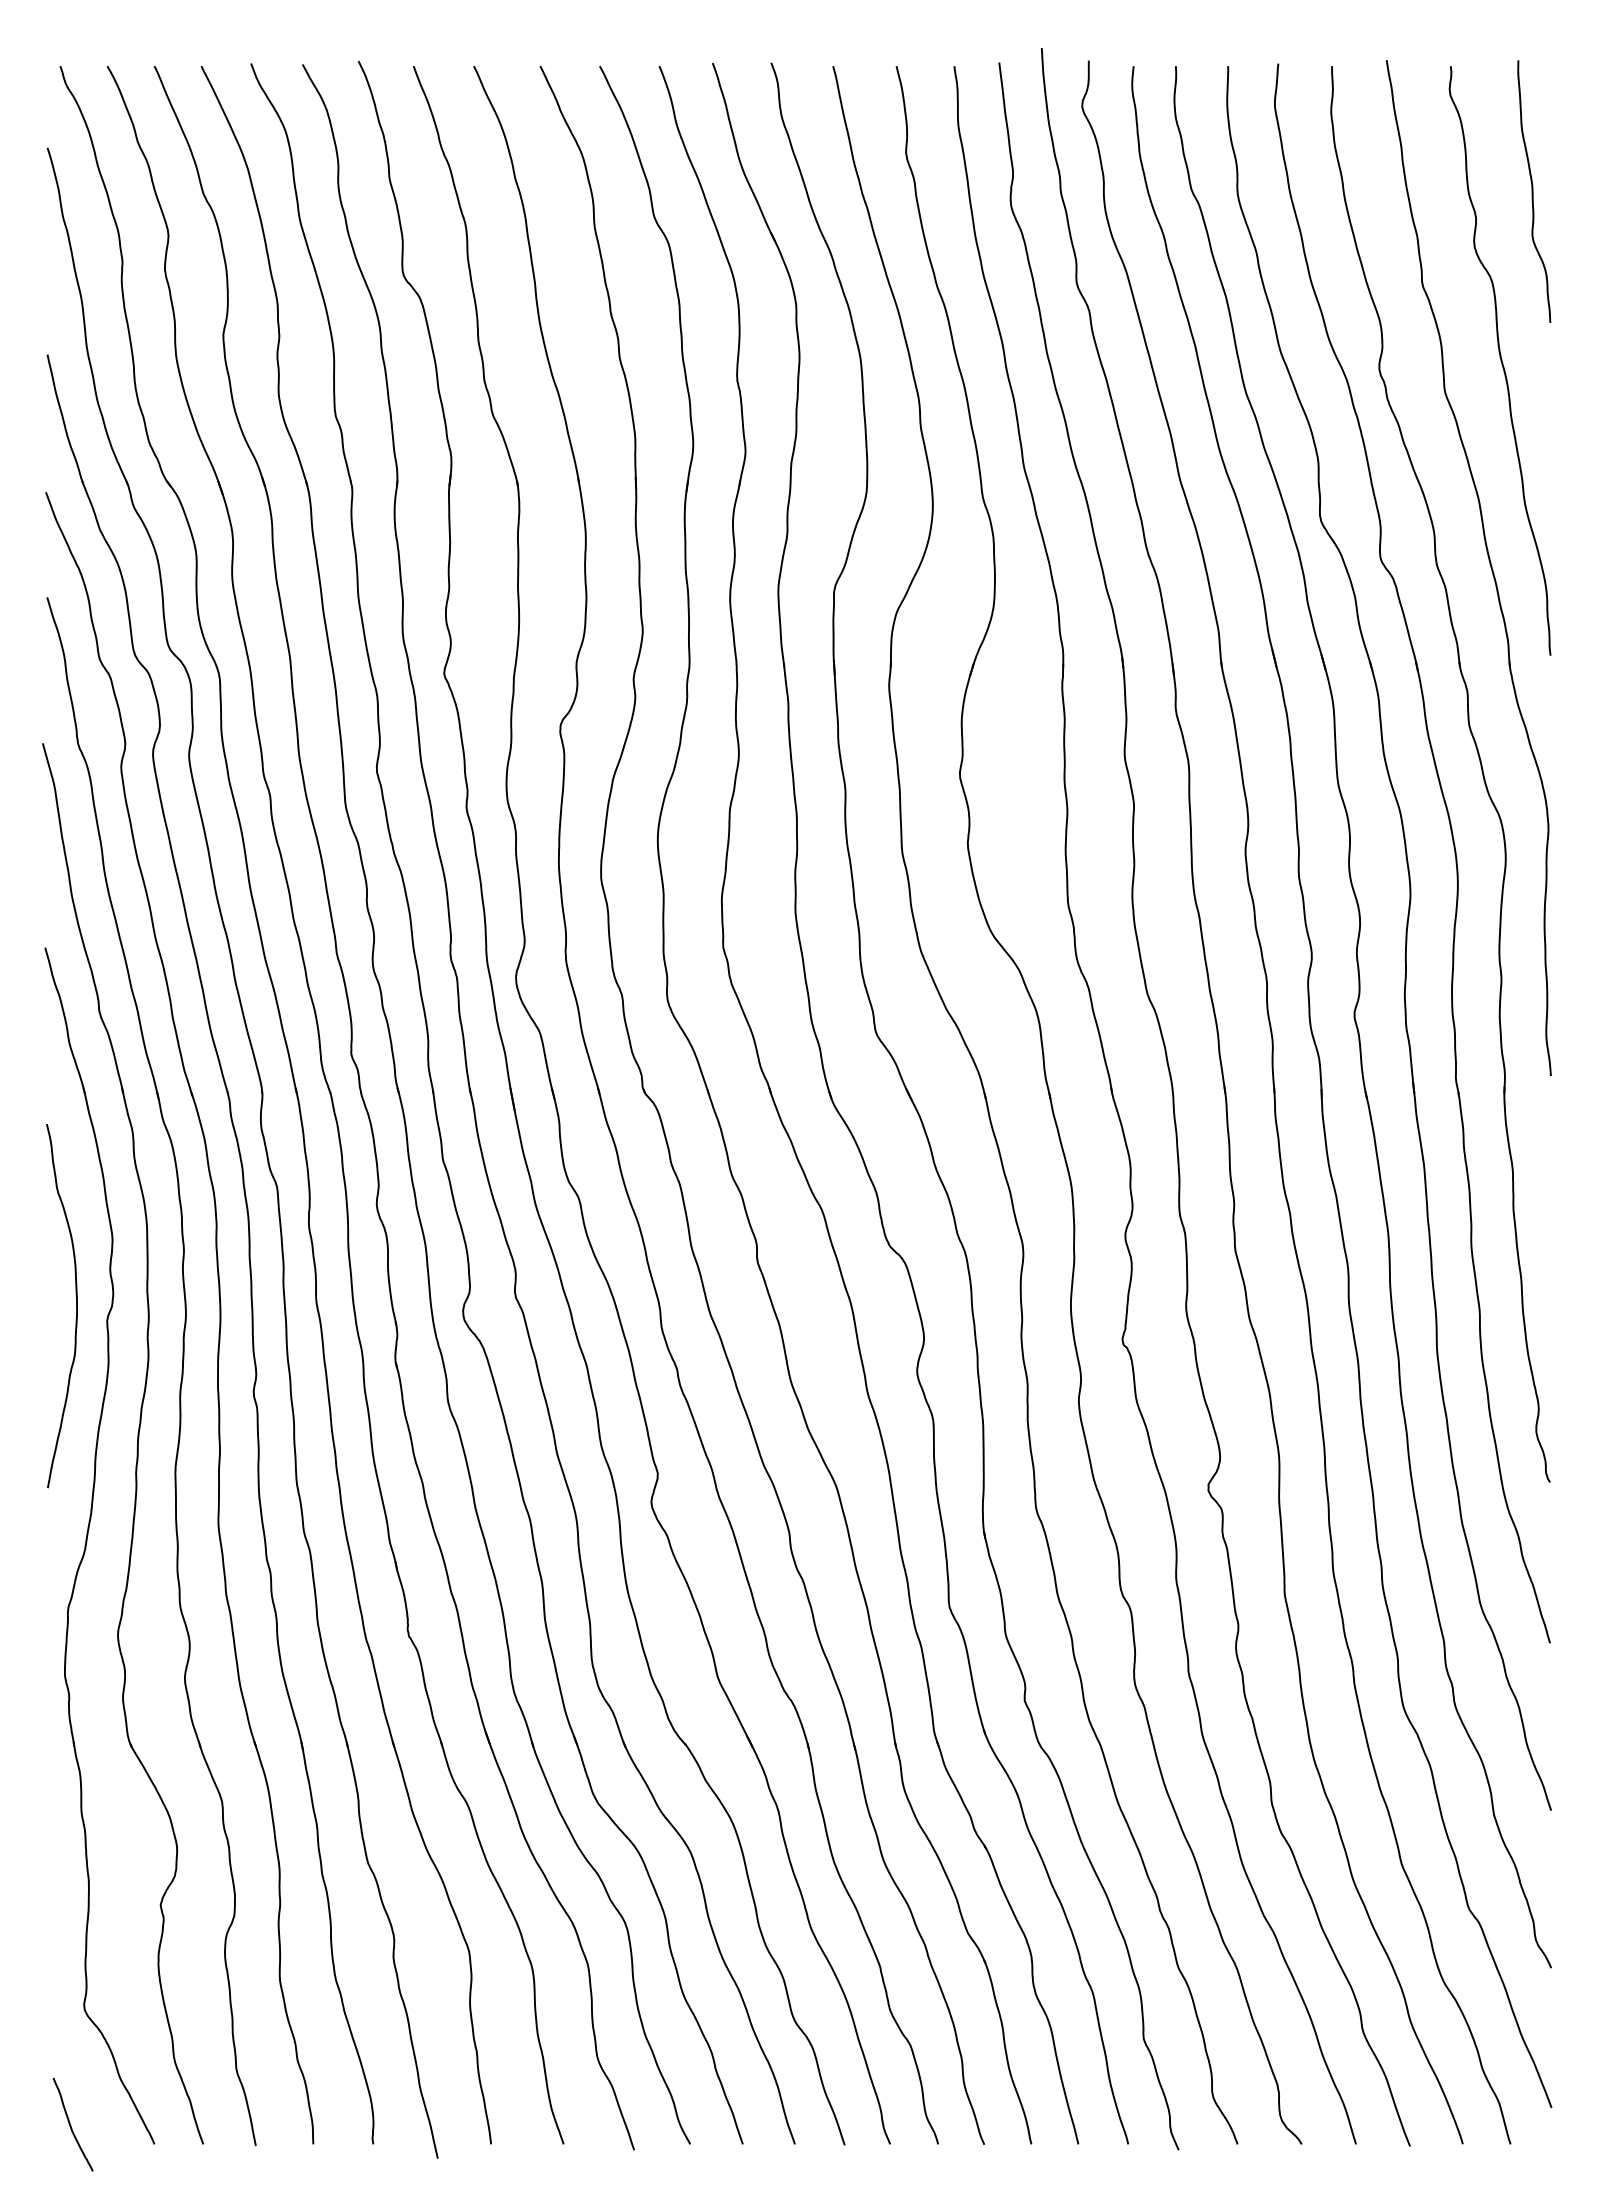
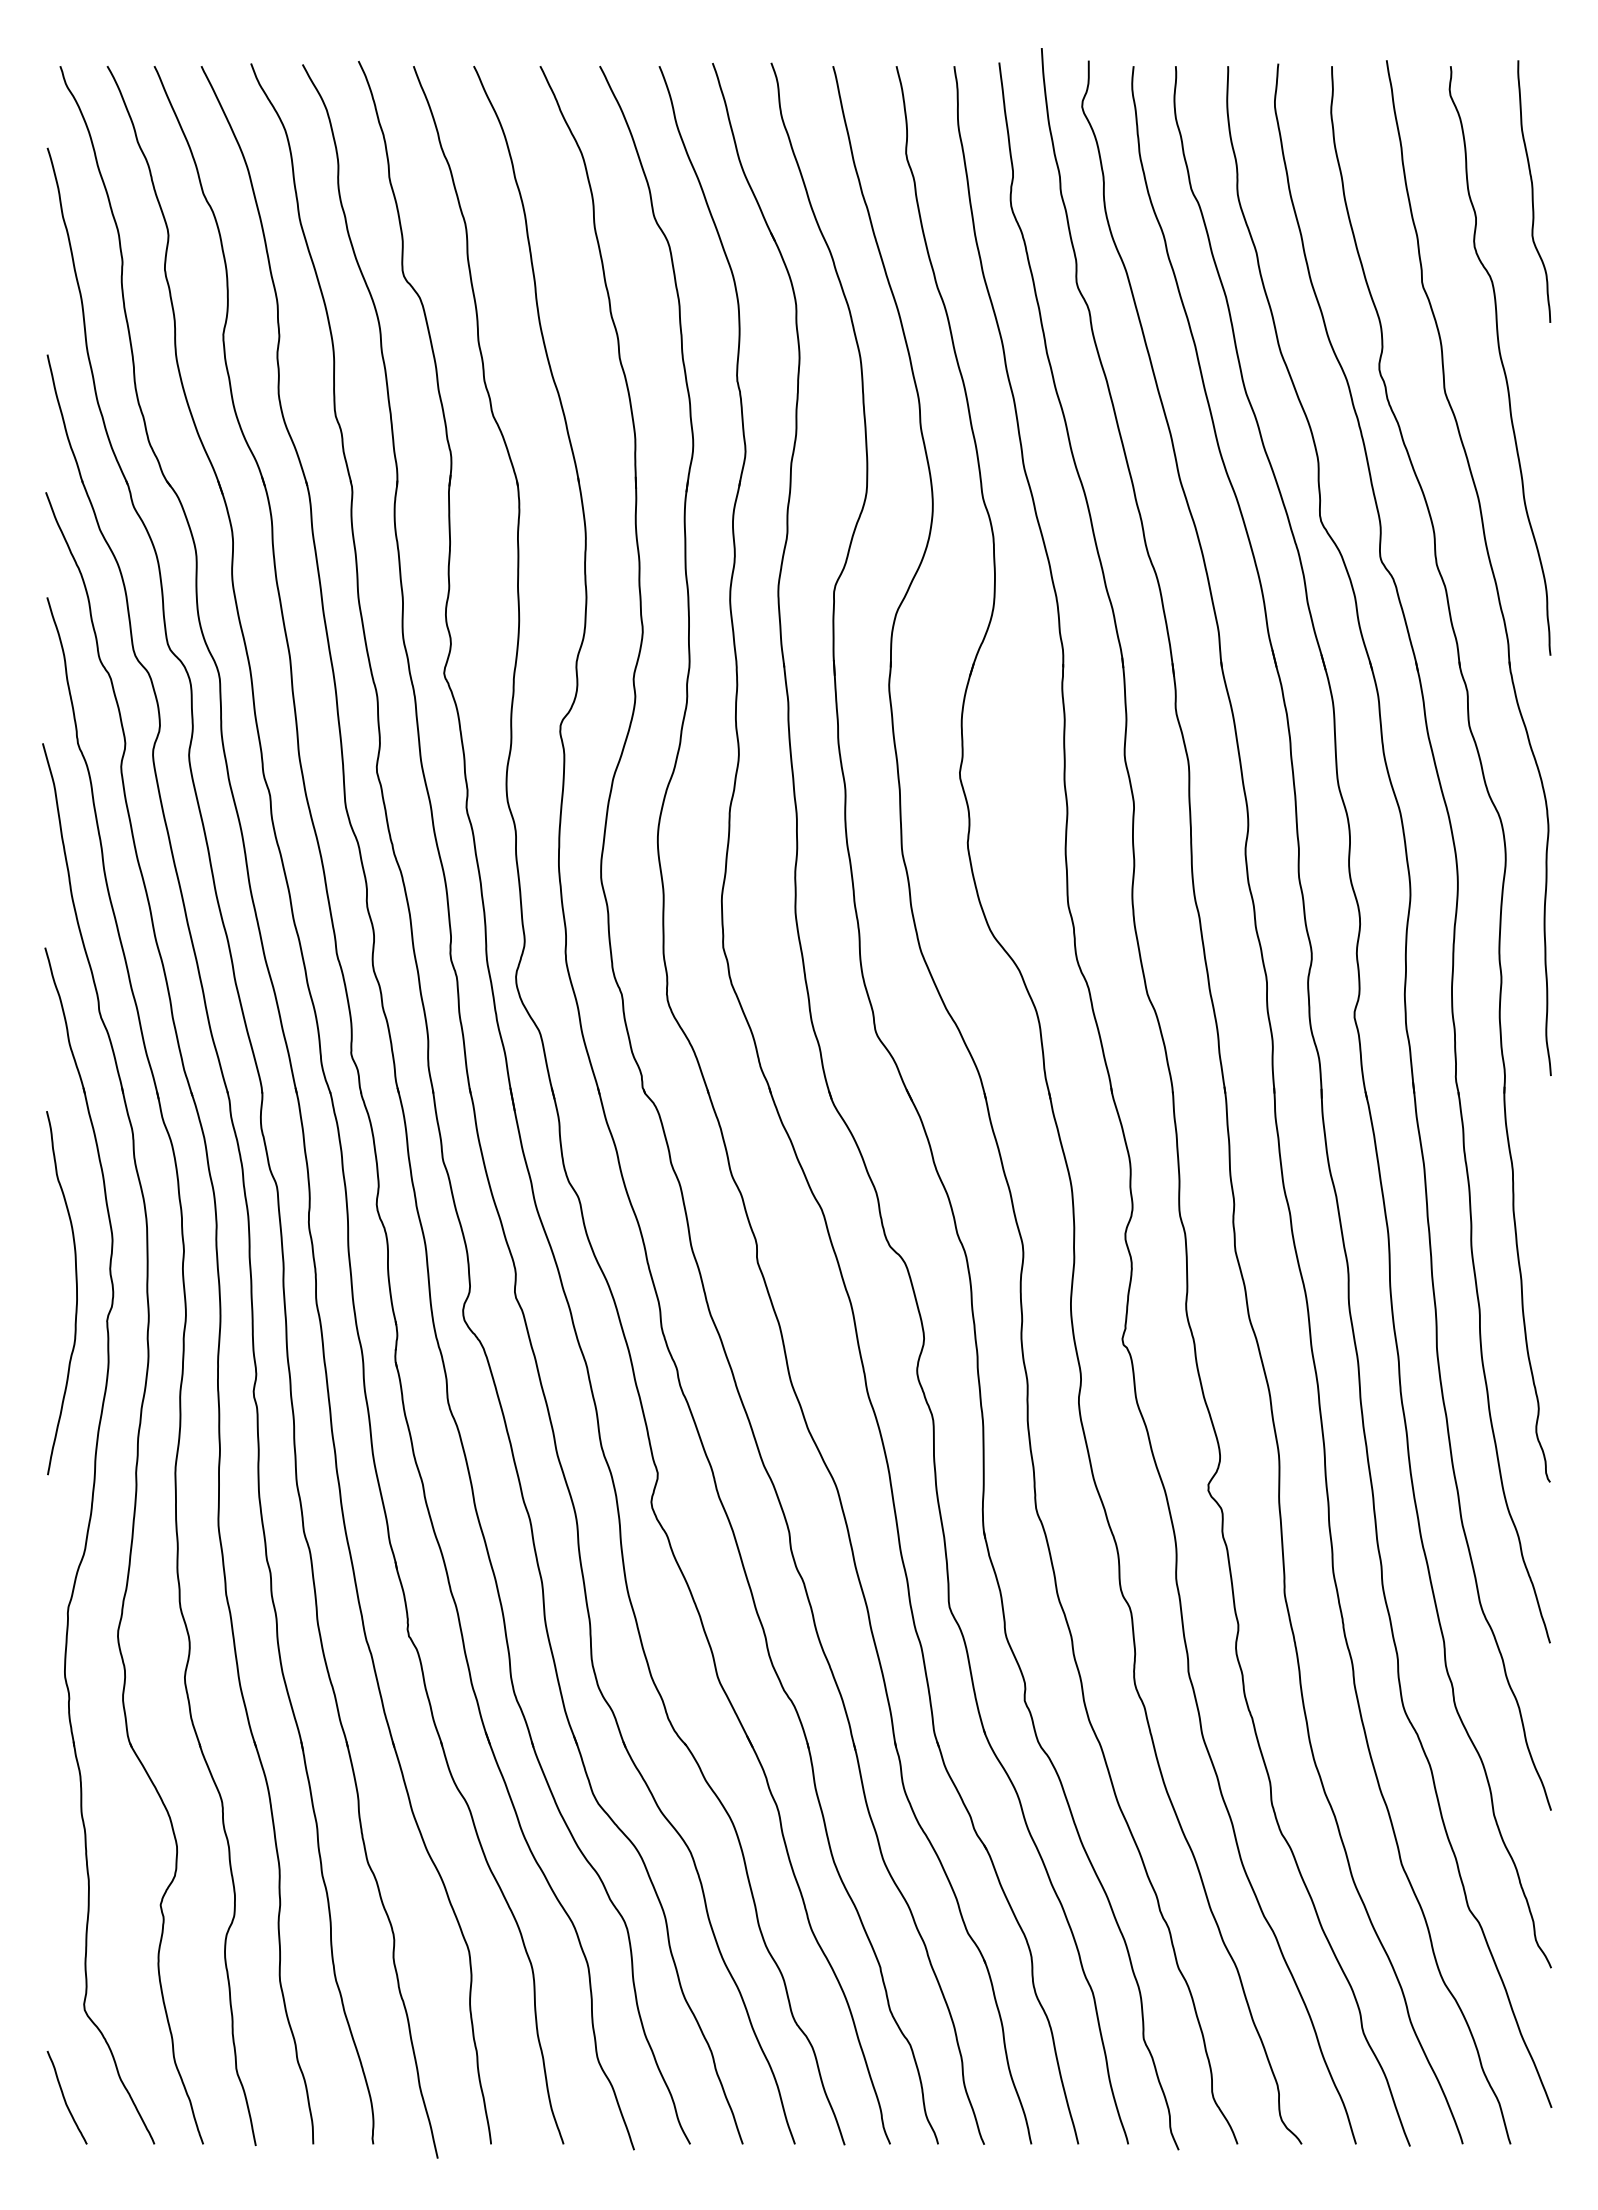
curve at (76, 1306) position: (76, 1306) -> (76, 1293)
curve at (71, 2125) position: (71, 2125) -> (65, 2098)
